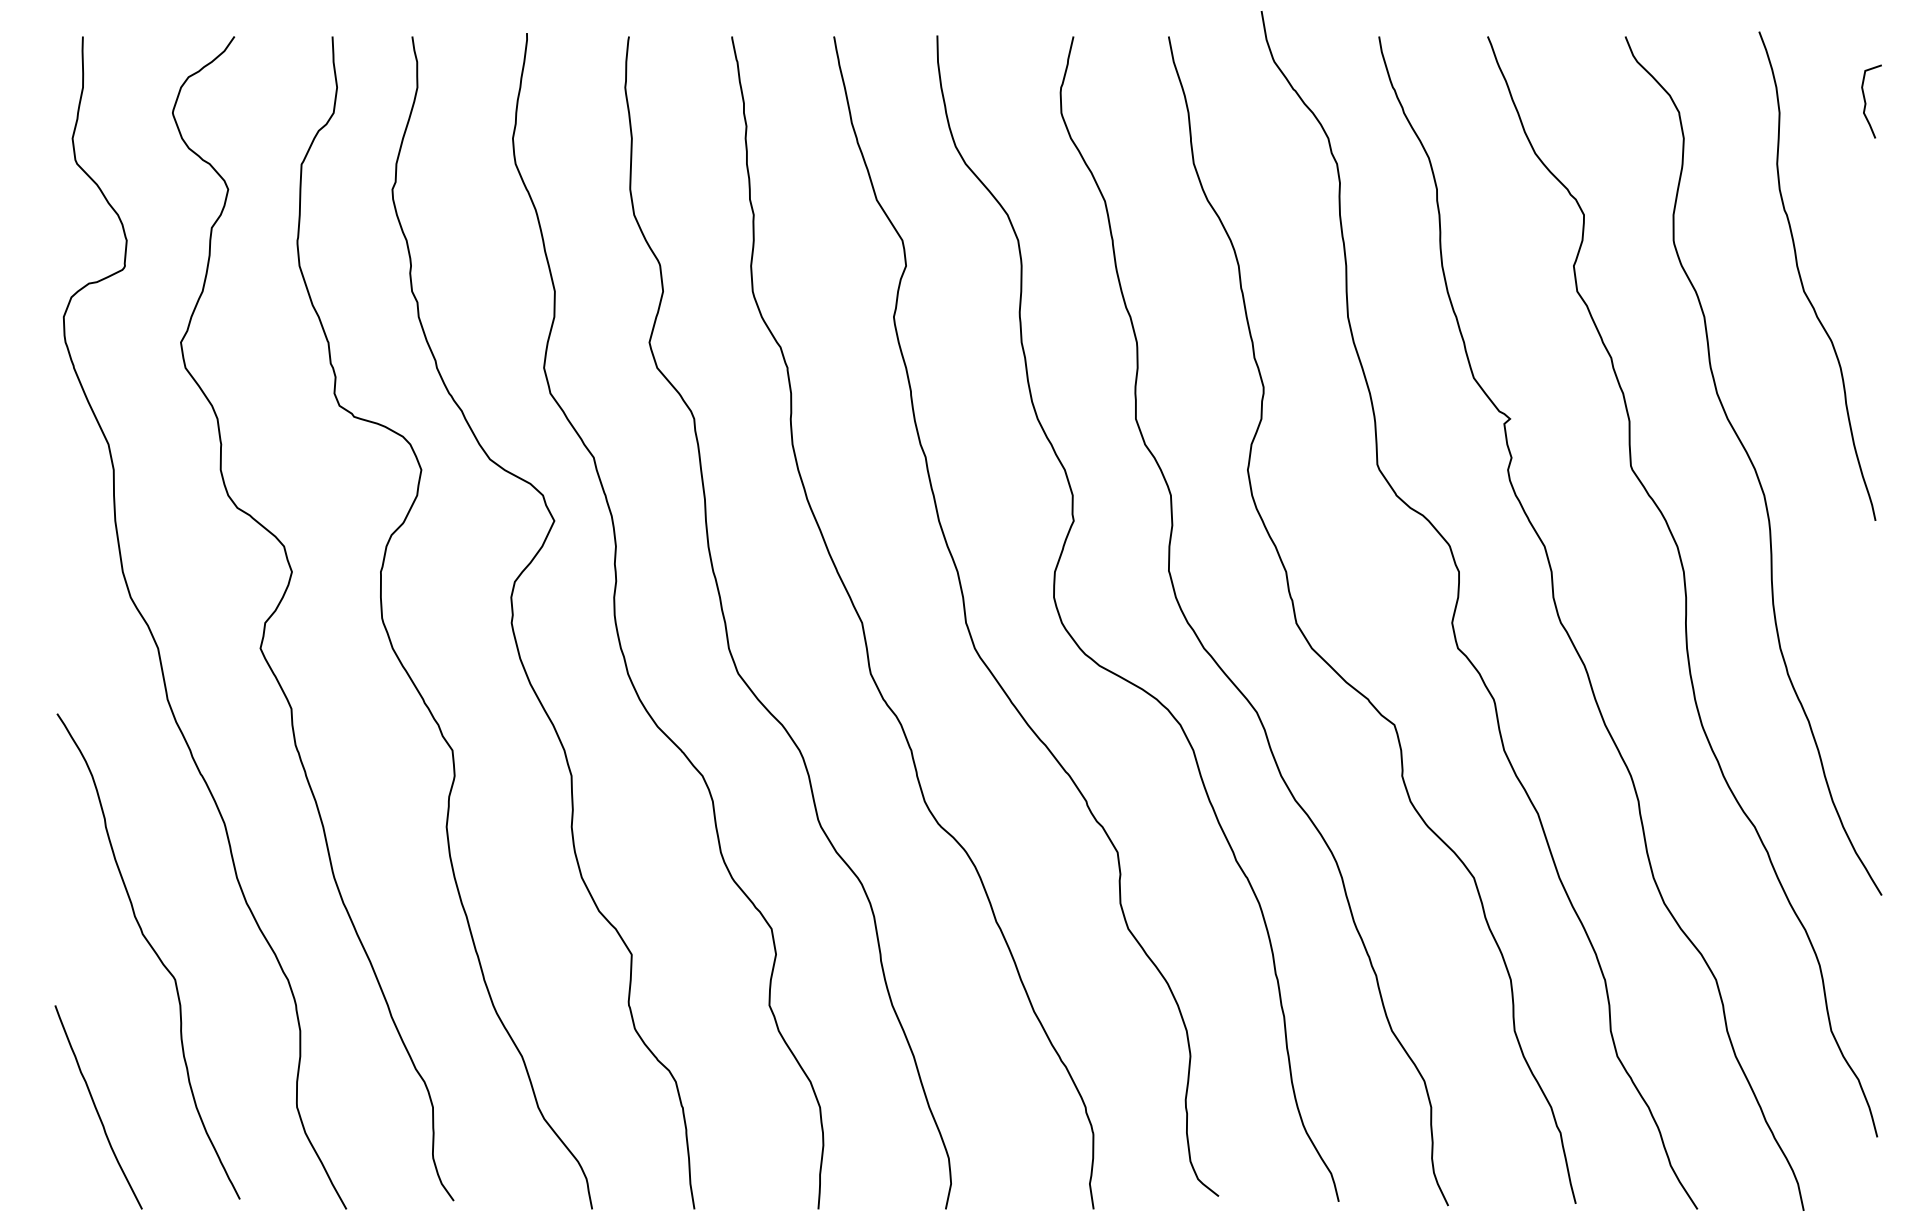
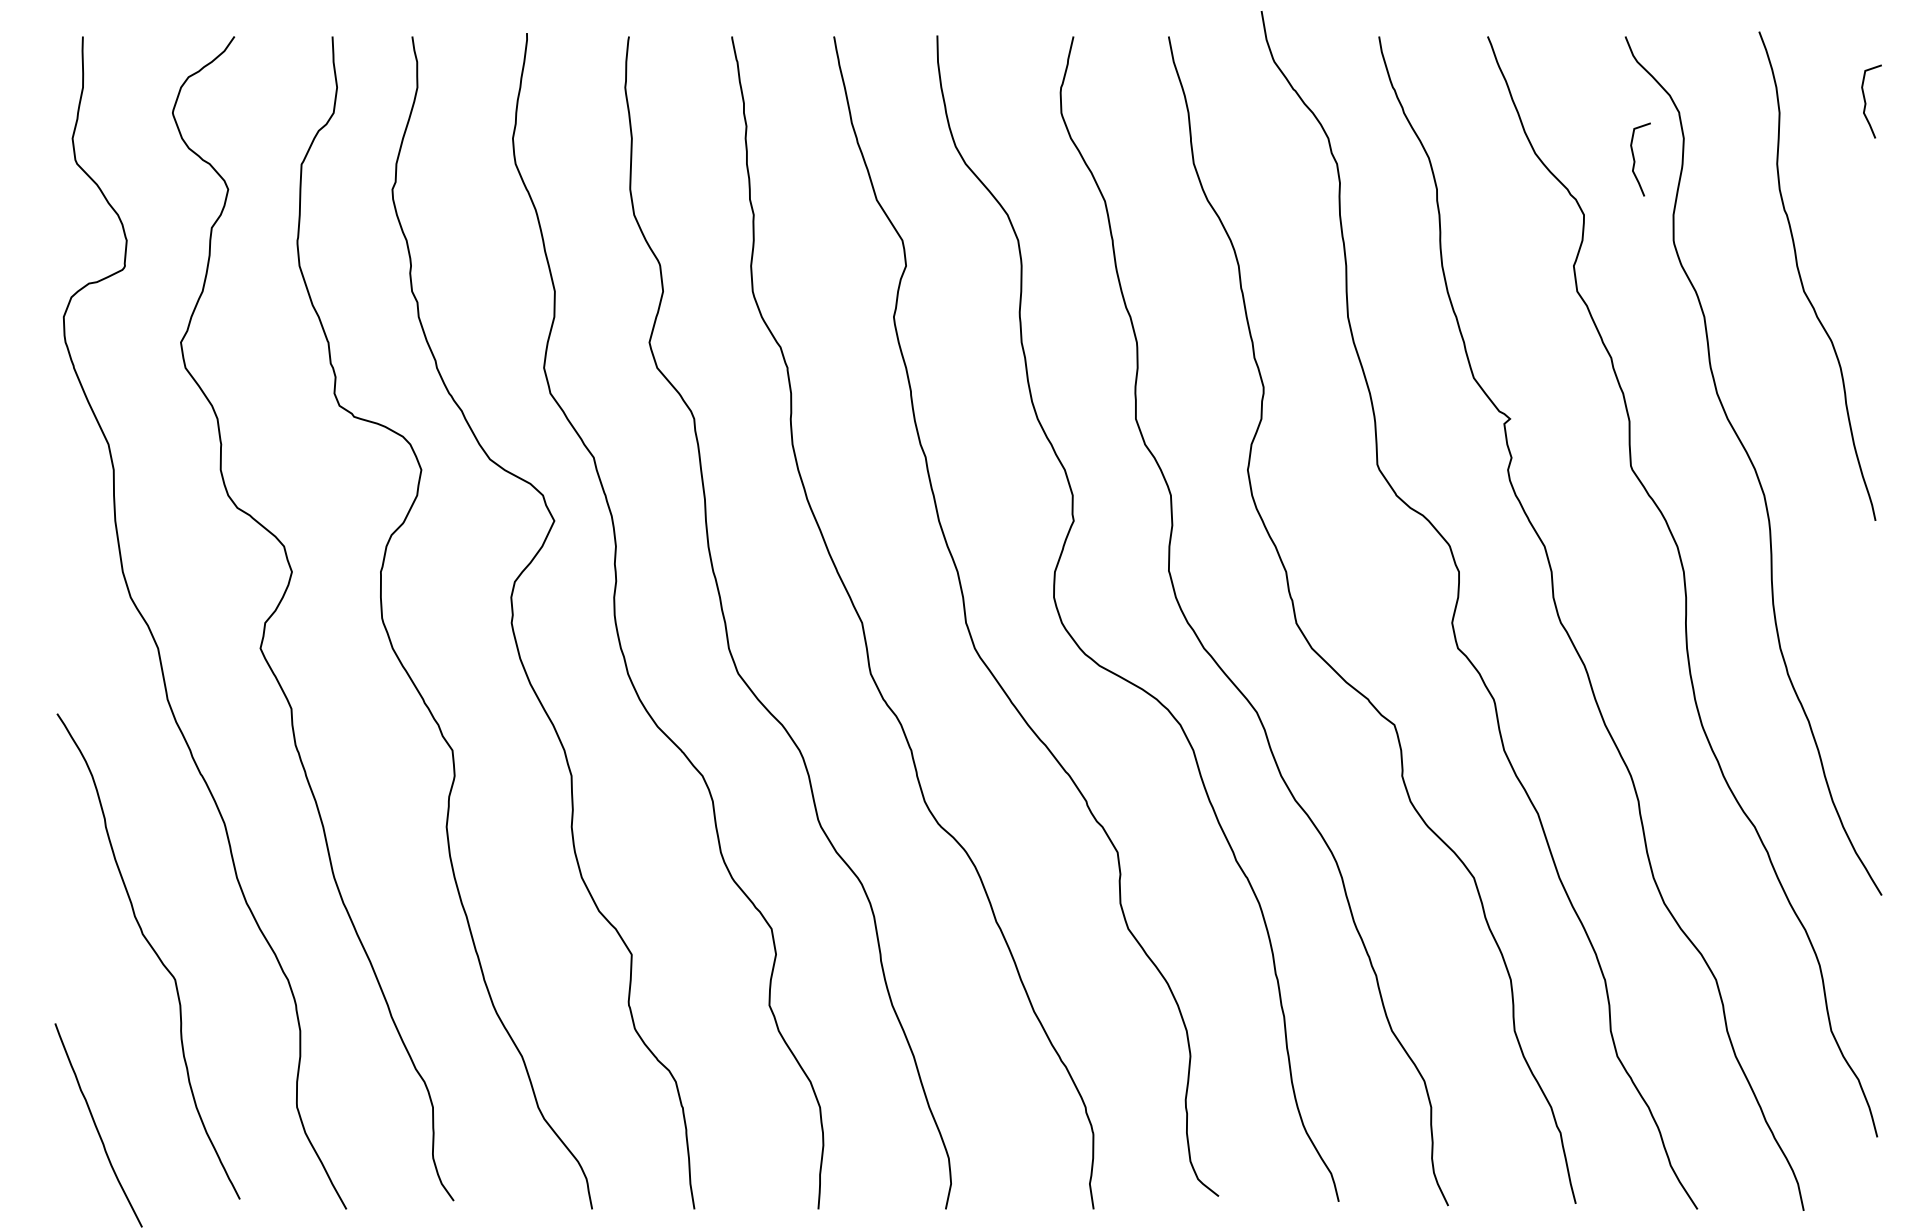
curve at (1635, 160): none -> present
curve at (96, 1107) position: (96, 1107) -> (96, 1125)
